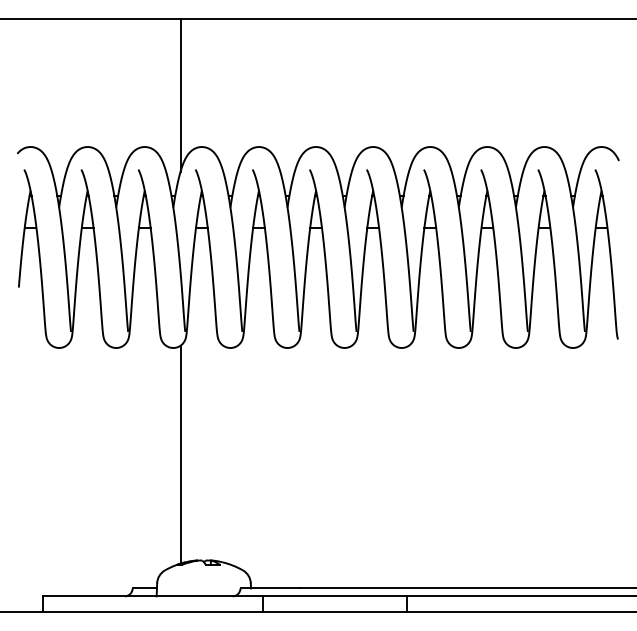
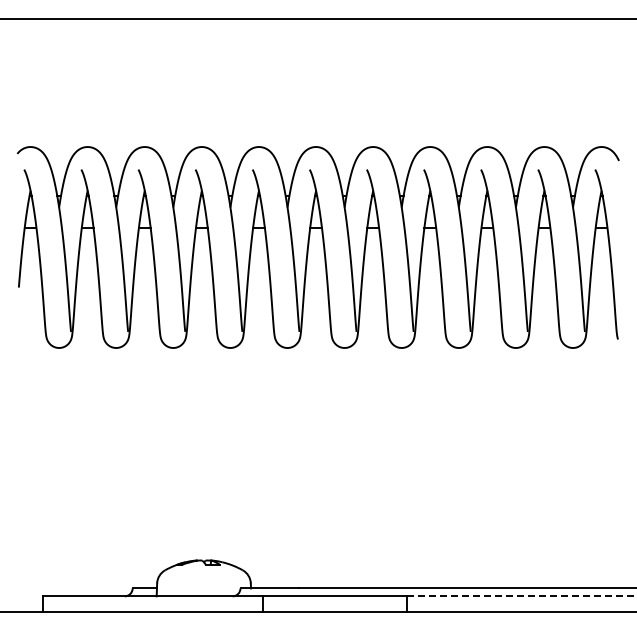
line at (180, 94): present -> none
line at (180, 454): present -> none
line at (522, 596): solid -> dashed
